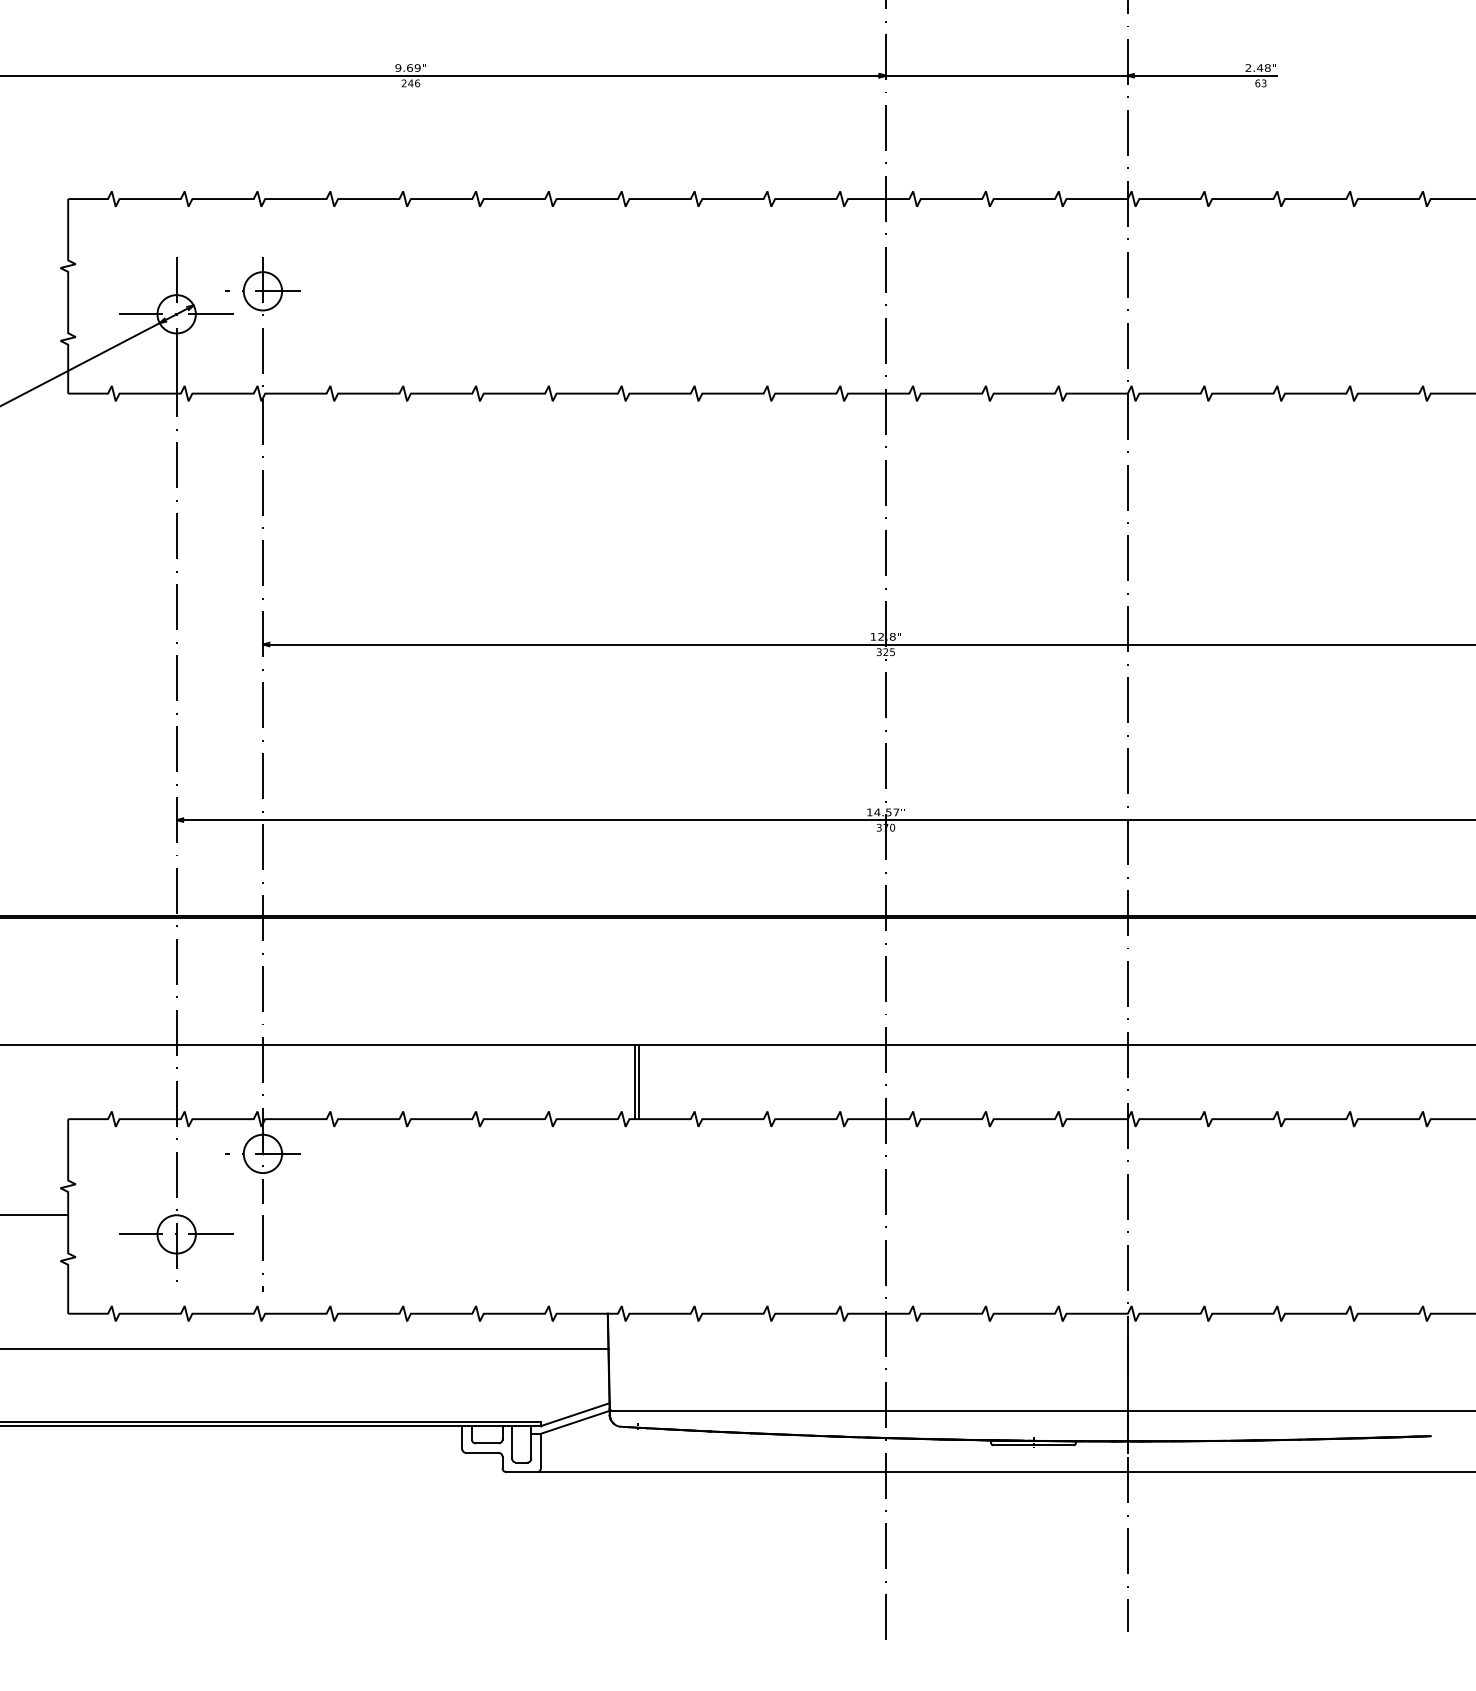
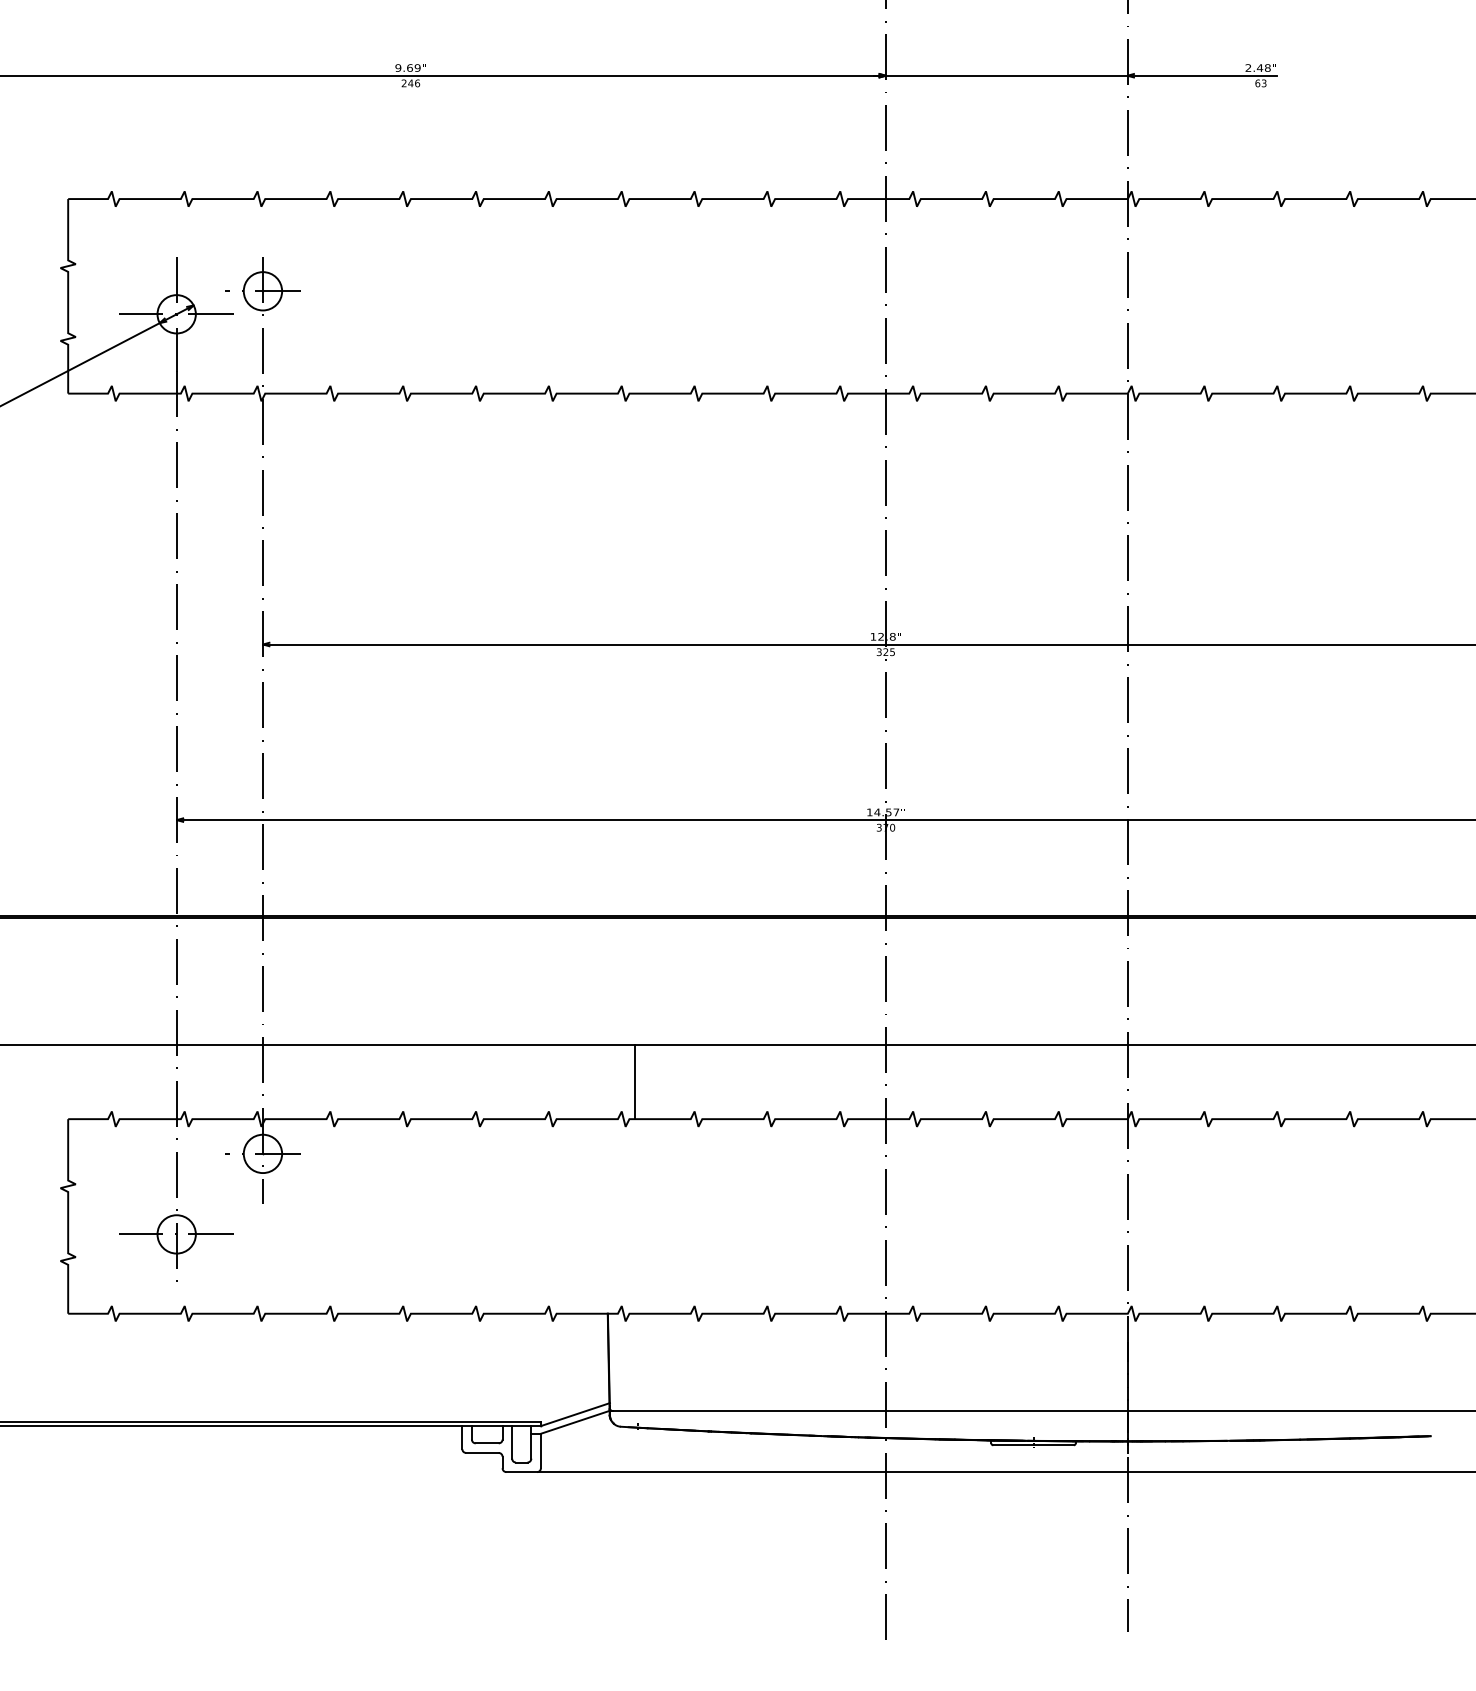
line at (638, 1081): present -> none
line at (35, 1215): present -> none
line at (262, 1253): present -> none
line at (305, 1349): present -> none
